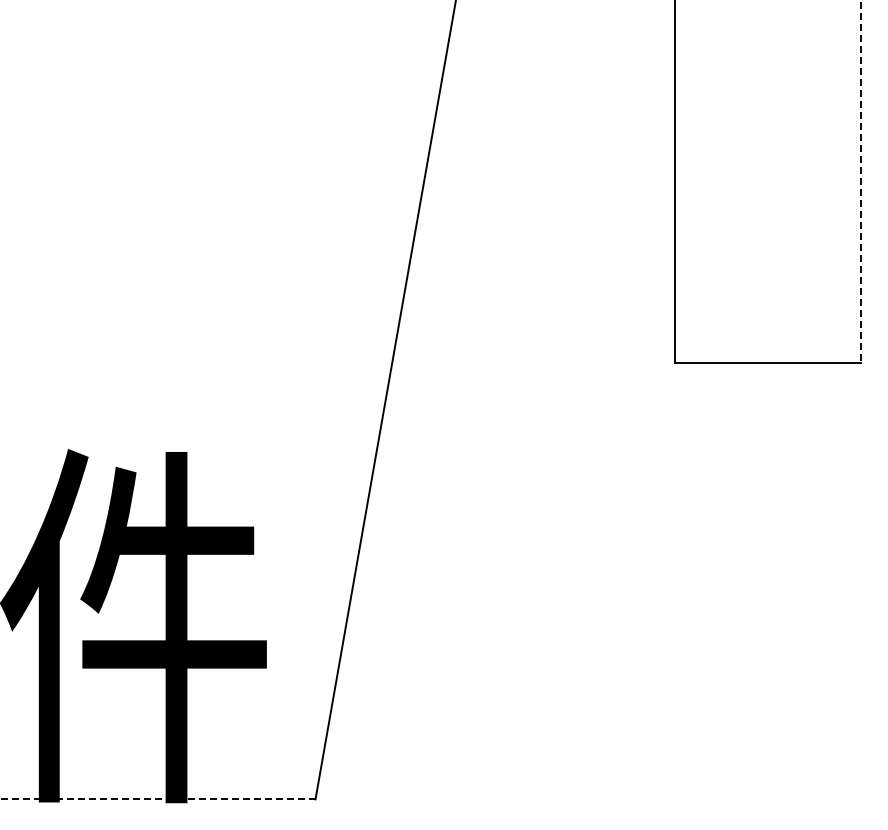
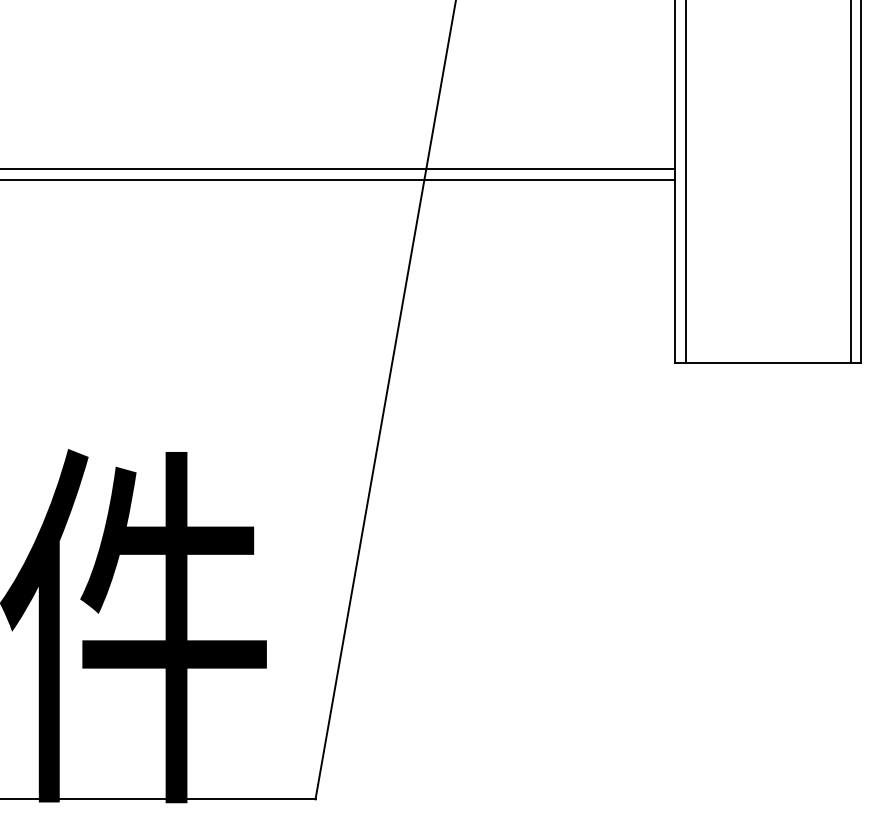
line at (338, 169): none -> present
line at (338, 179): none -> present
line at (685, 182): none -> present
line at (851, 182): none -> present
line at (861, 182): dashed -> solid
line at (157, 799): dashed -> solid
